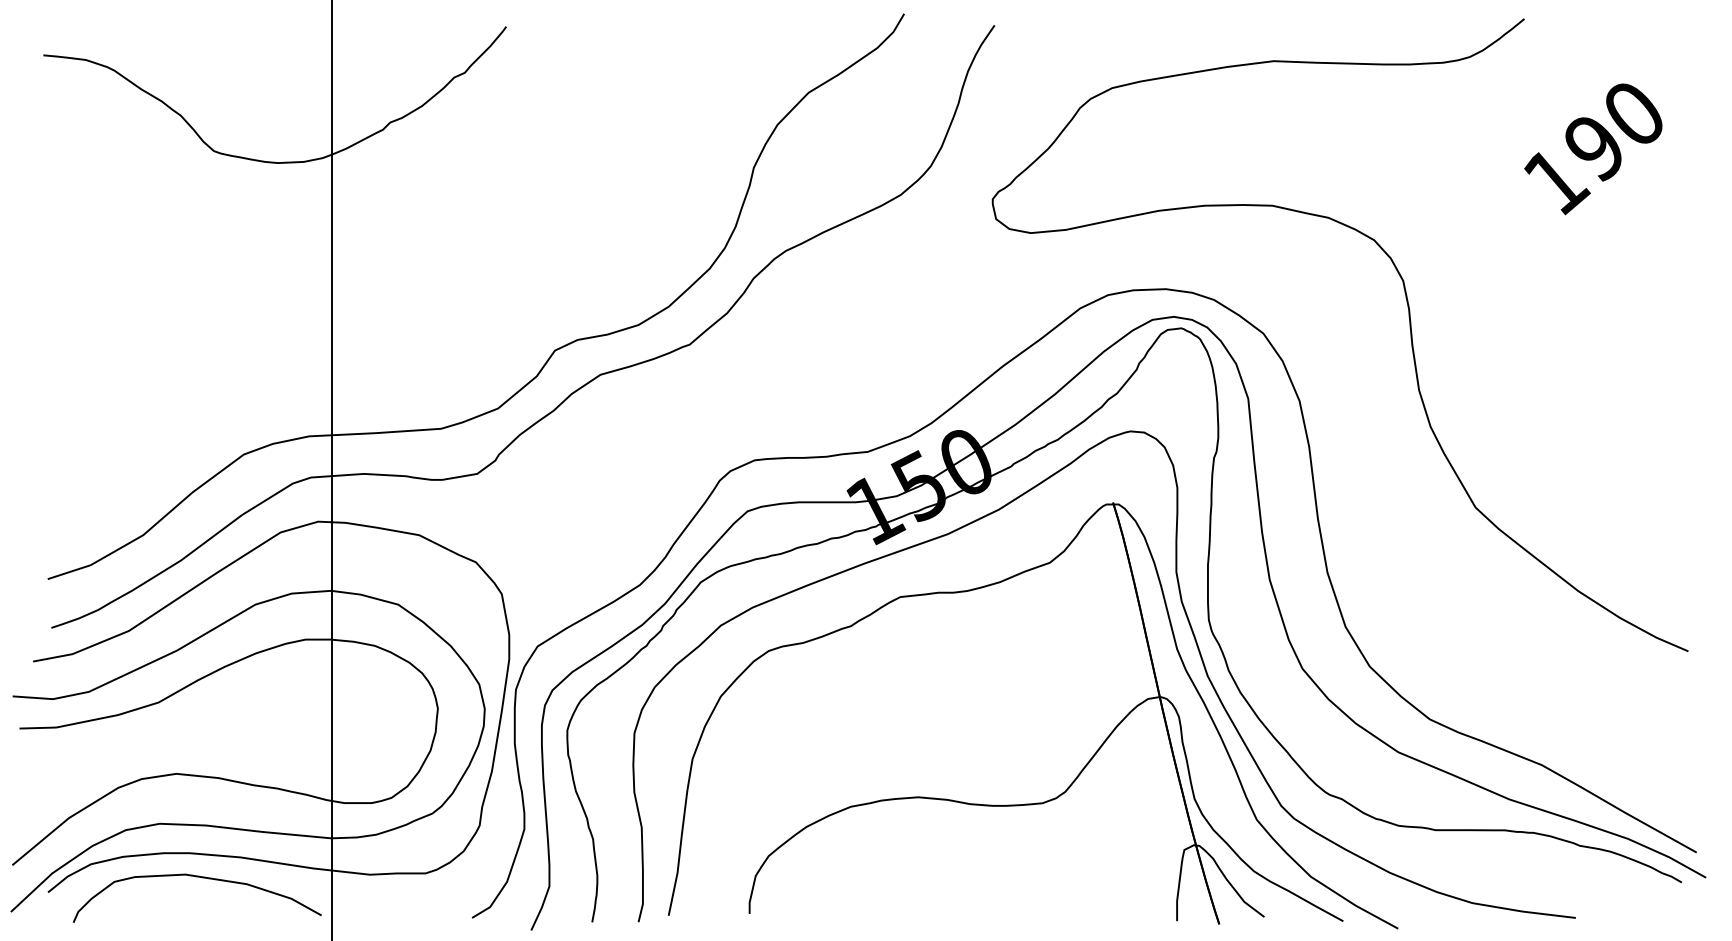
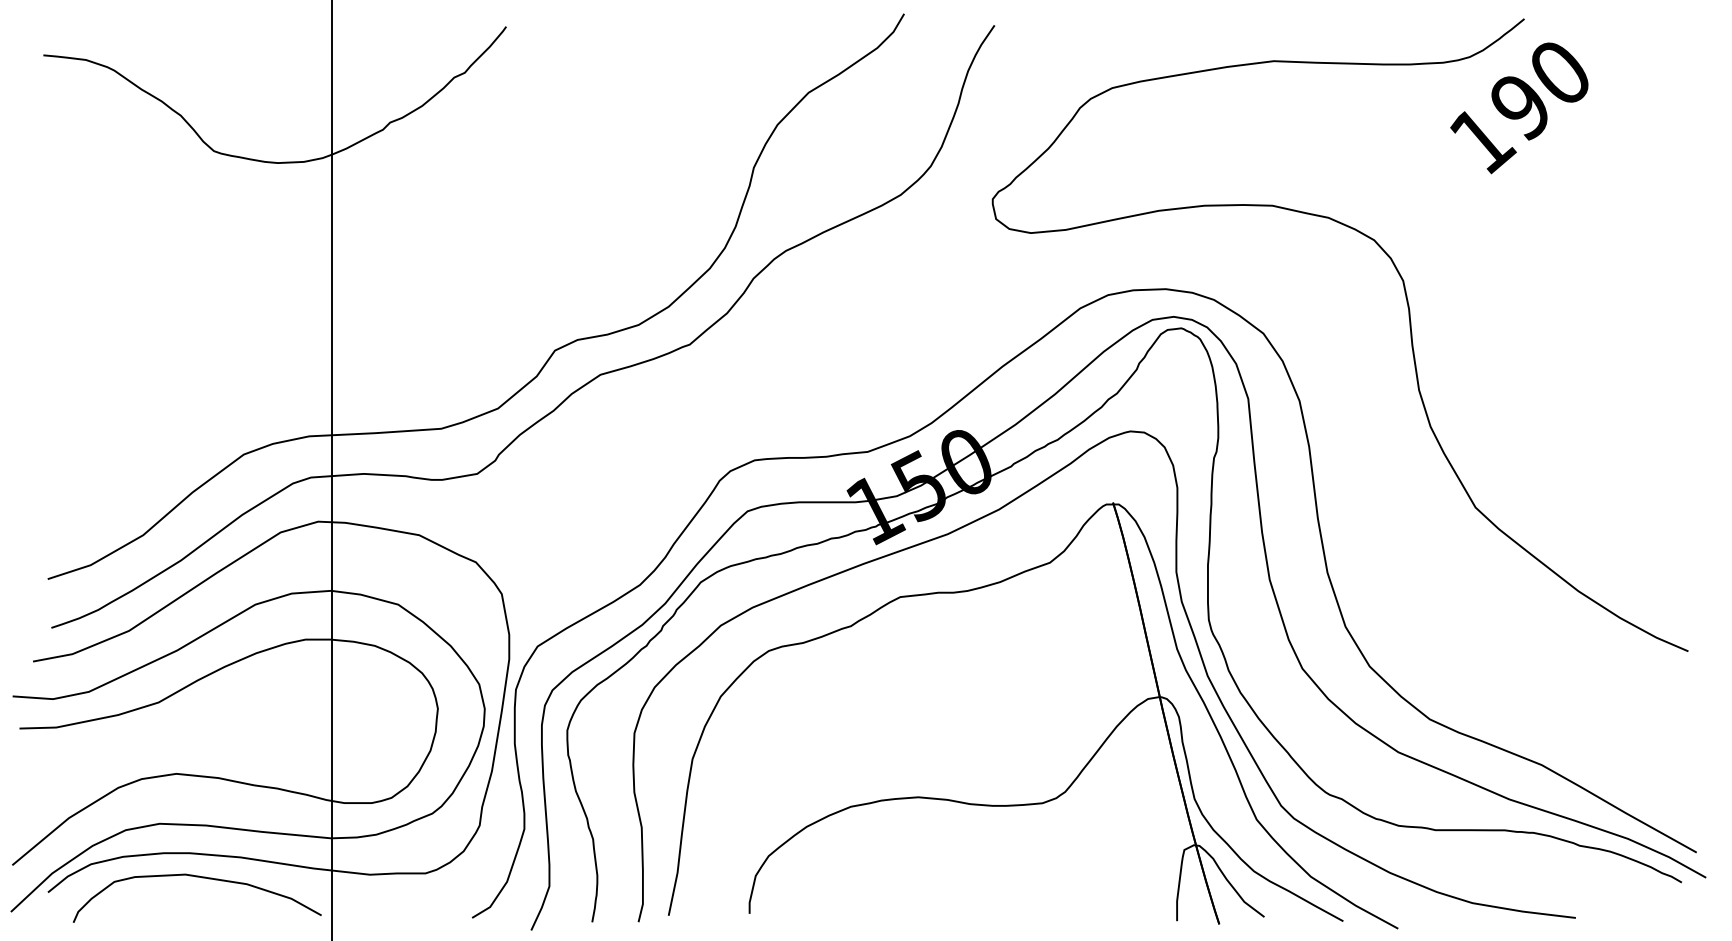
text at (1593, 149) position: (1593, 149) -> (1519, 108)
